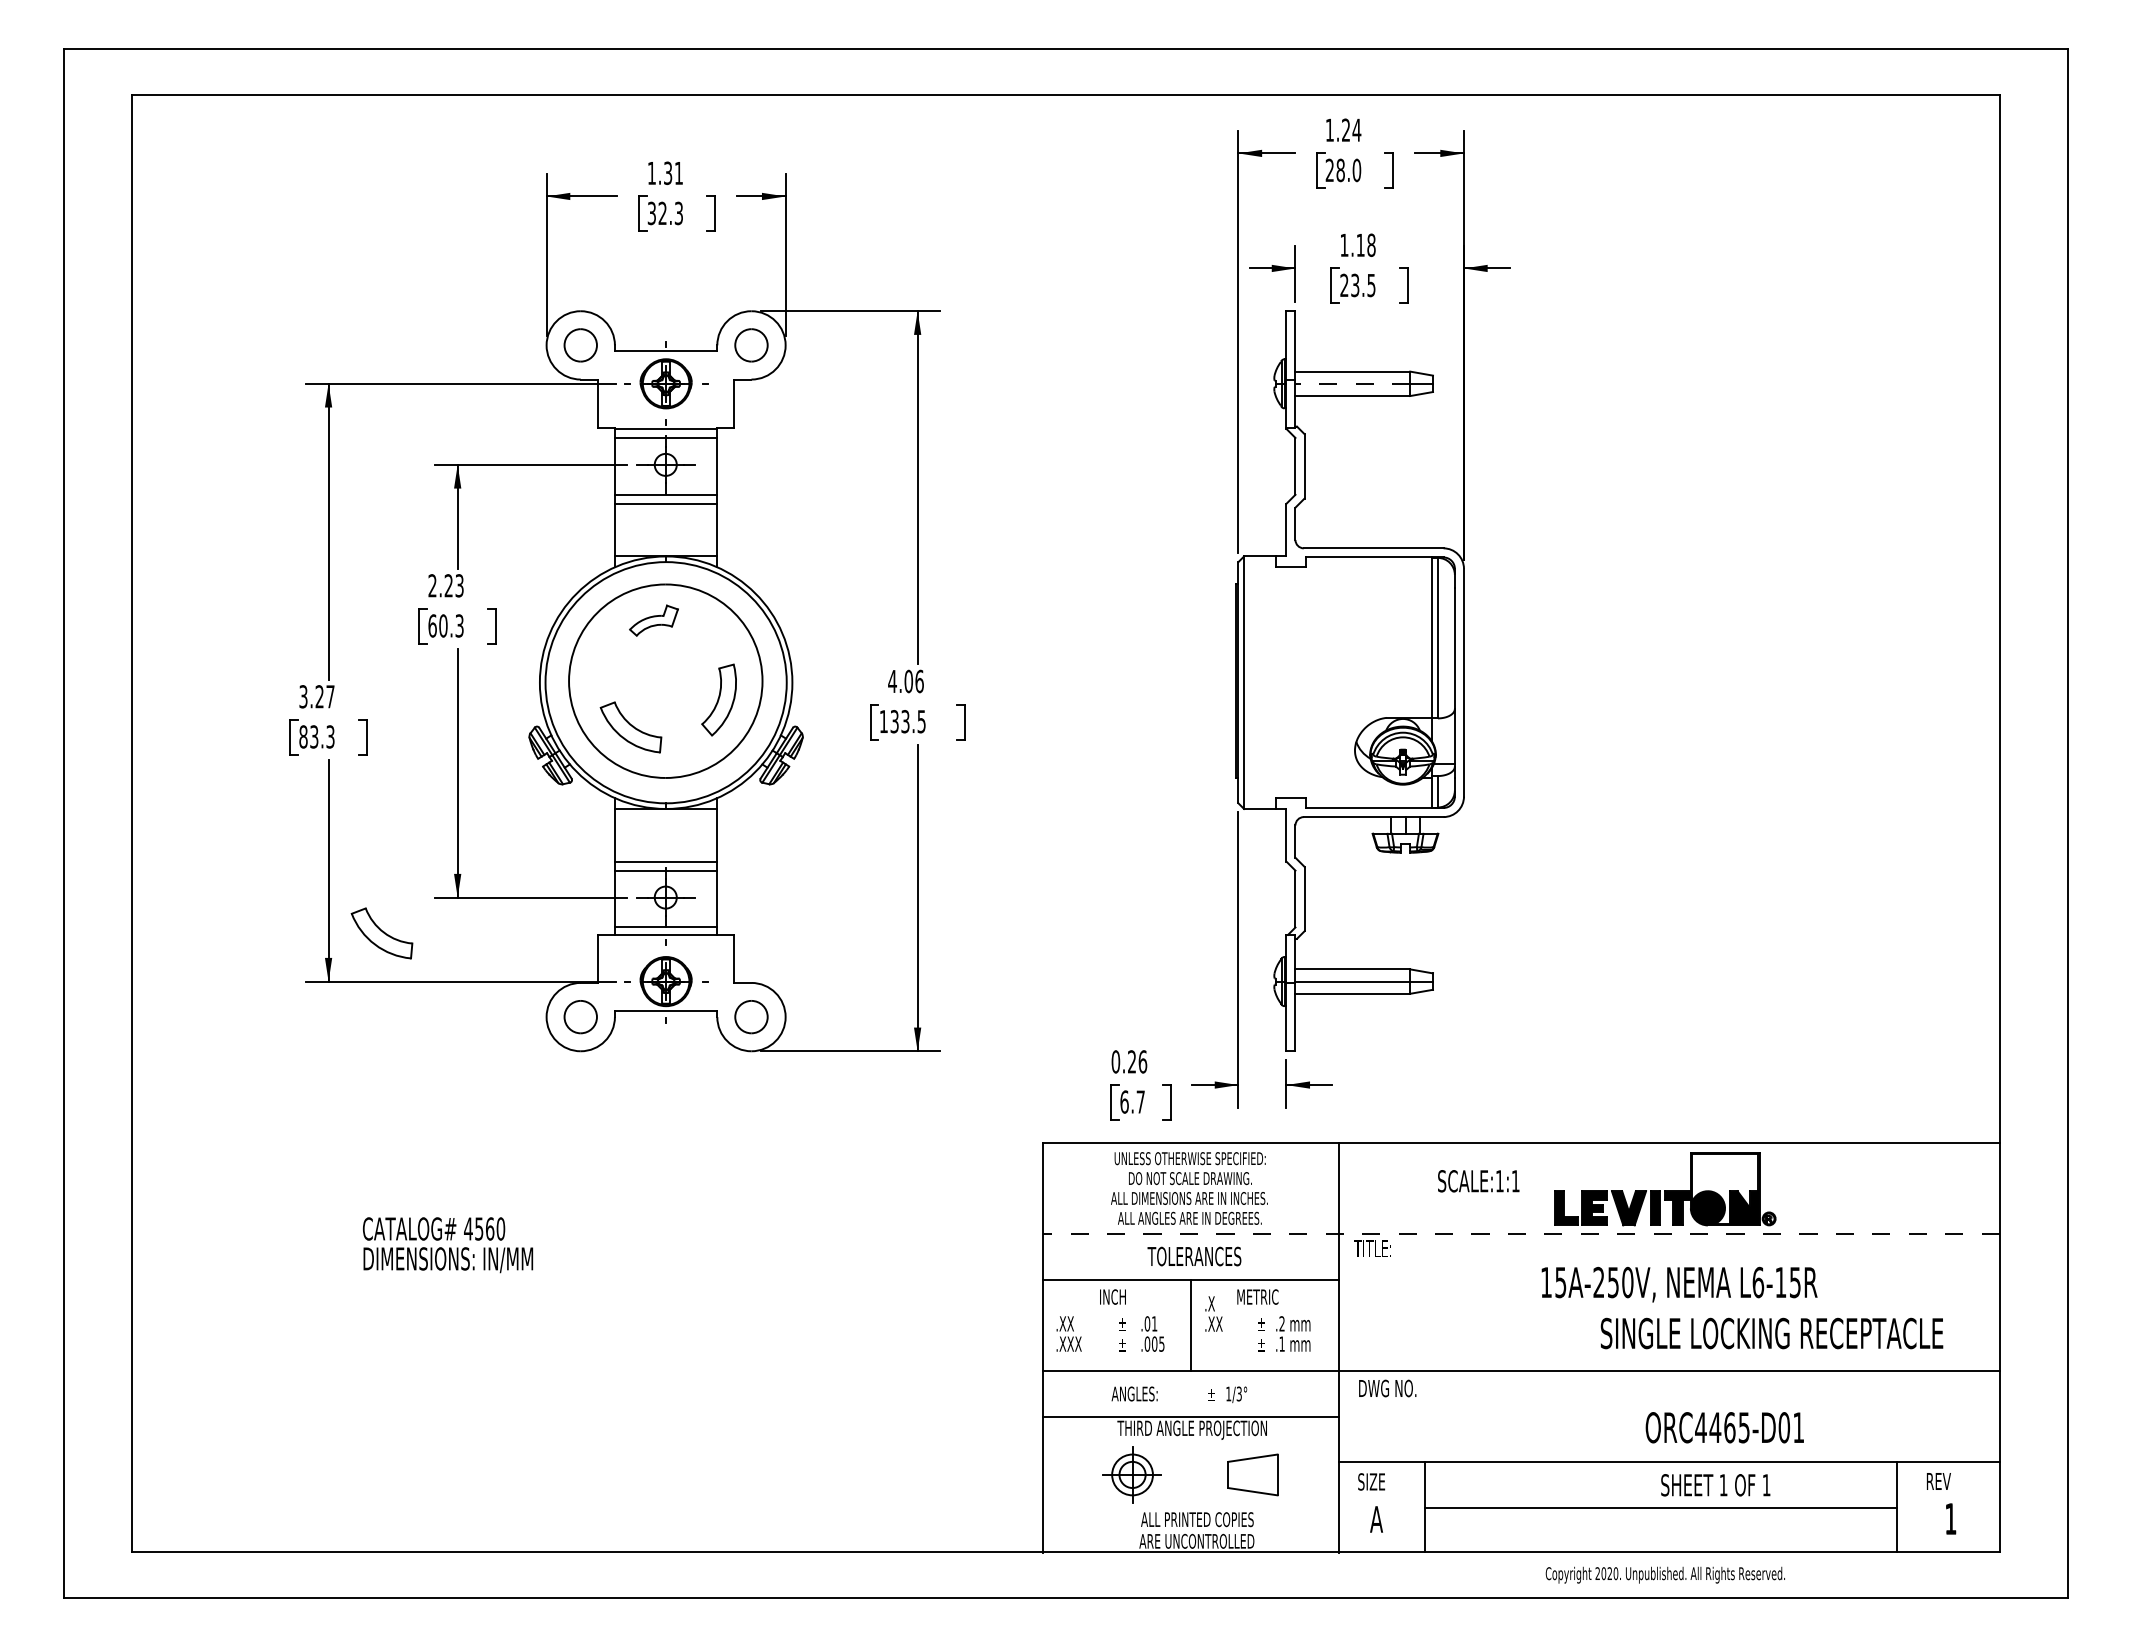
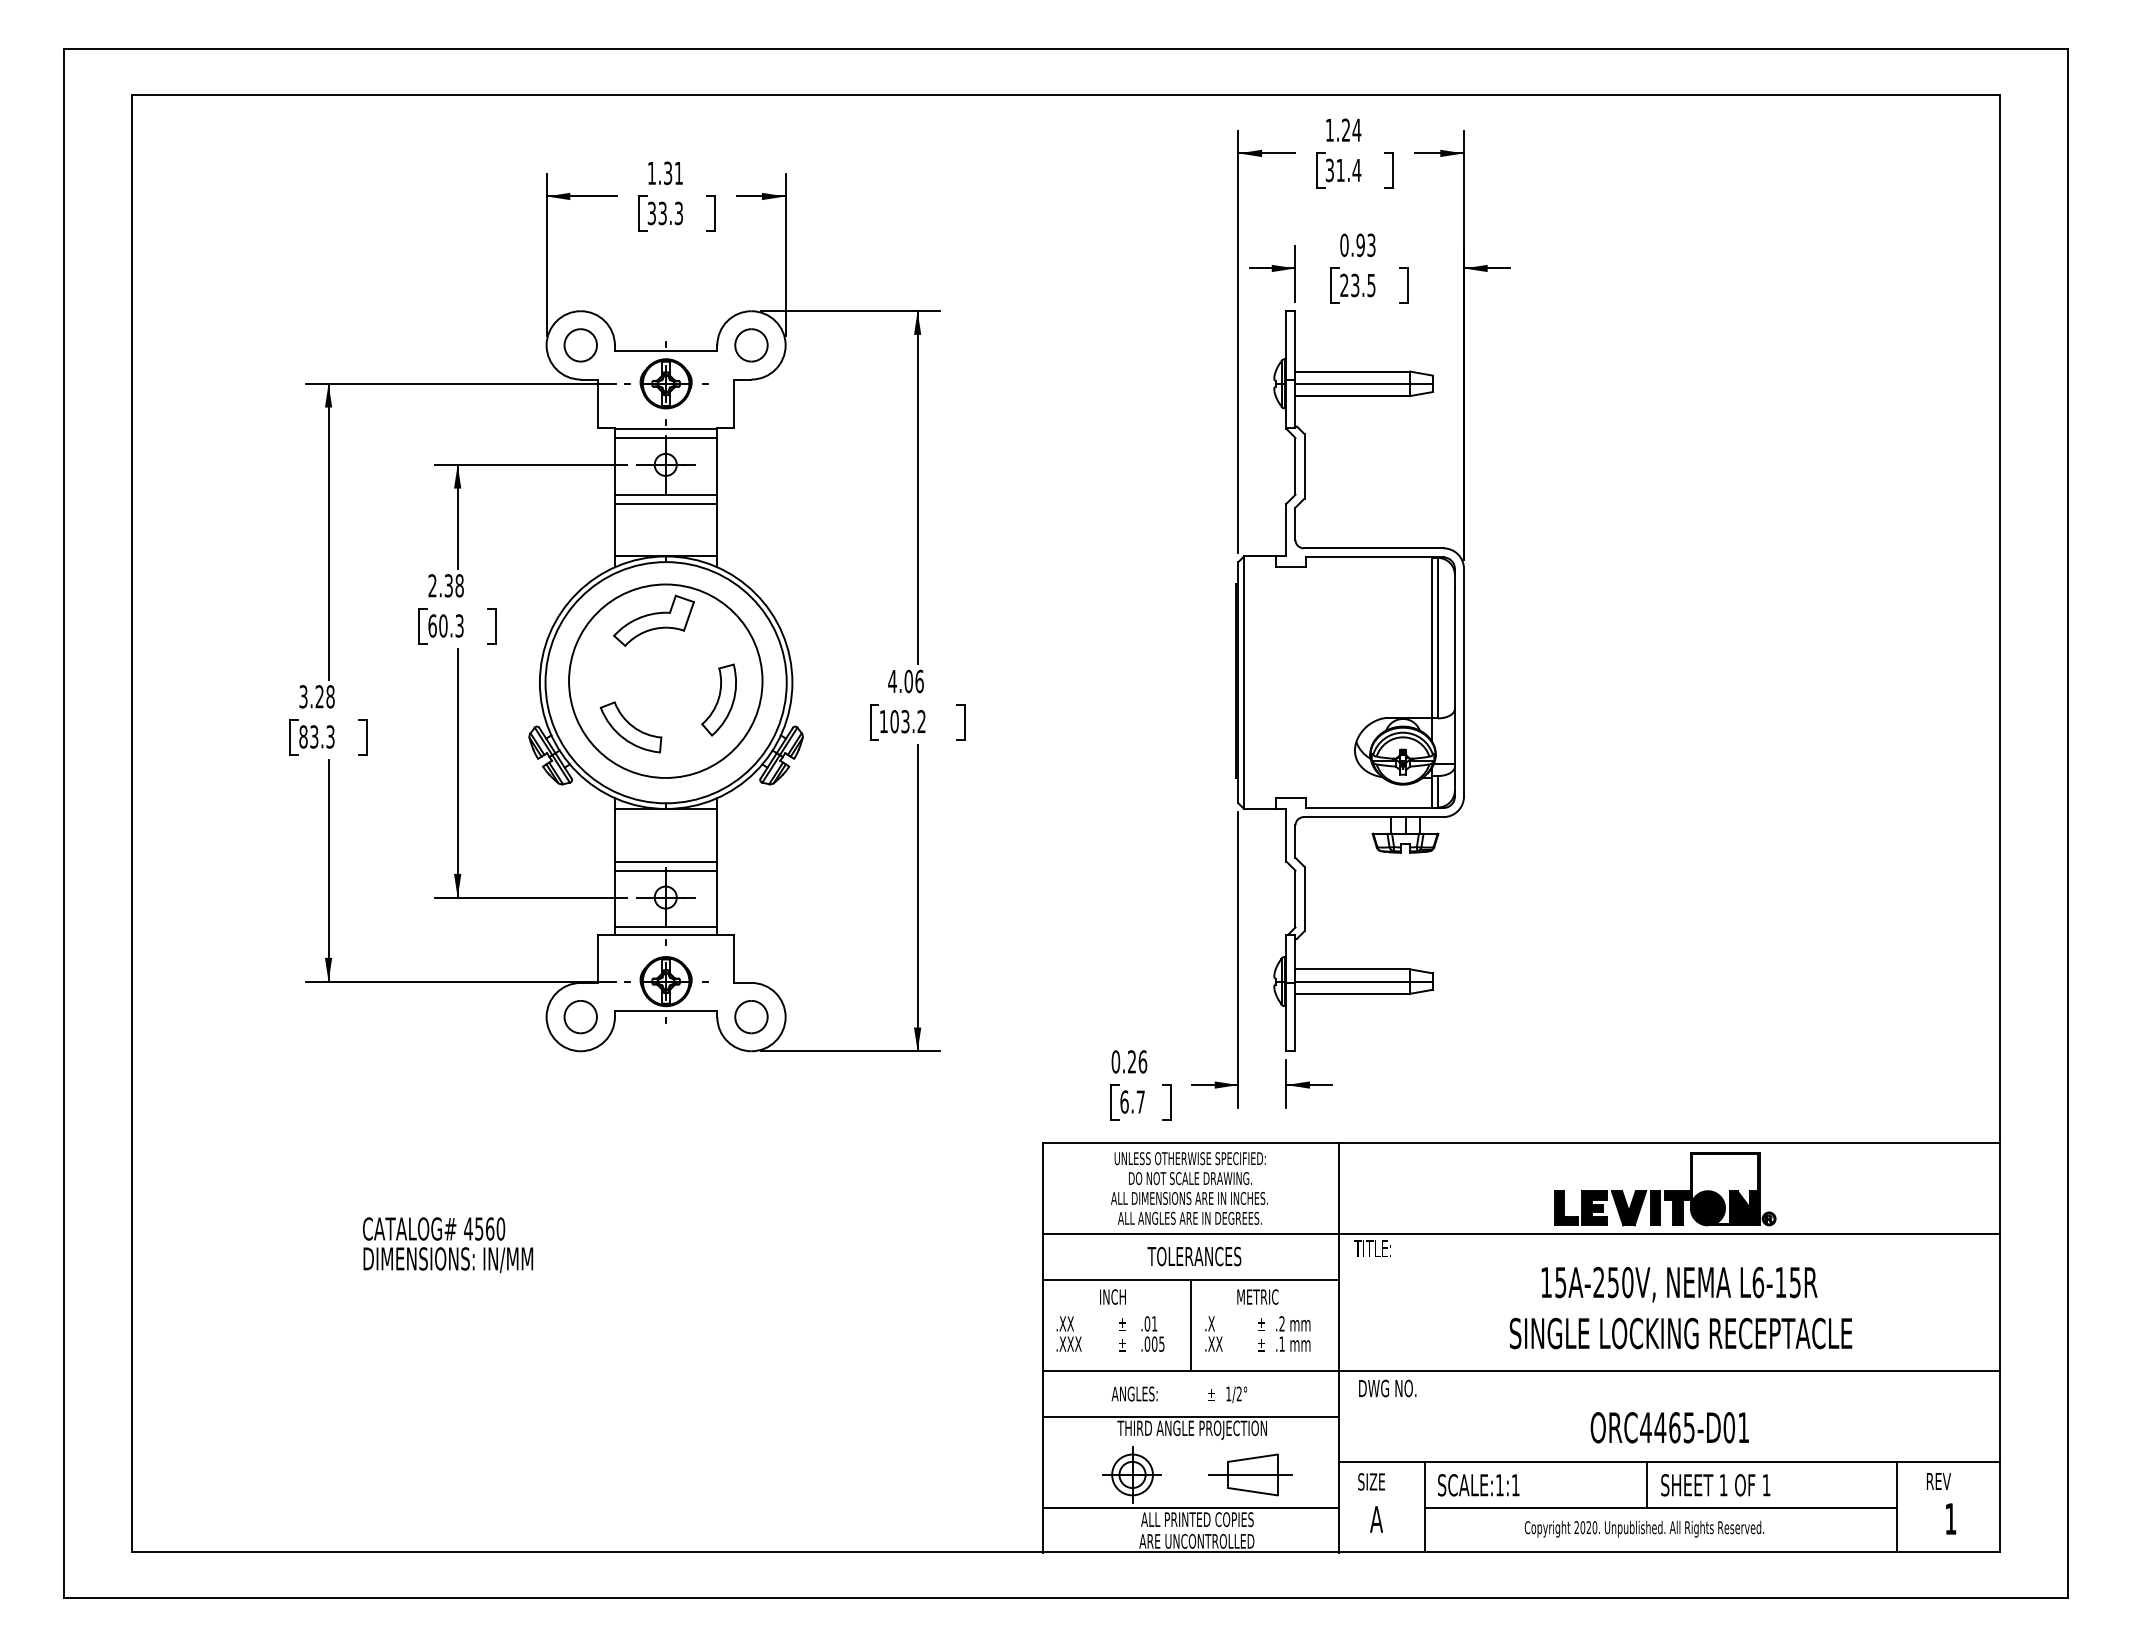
text at (1343, 170): 28.0 -> 31.4
text at (662, 213): 32.3 -> 33.3
text at (1357, 244): 1.18 -> 0.93
line at (1352, 383): dashed -> solid
text at (453, 585): 2.23 -> 2.38
part at (653, 620) size: 50x33 px -> 82x53 px
text at (330, 696): 3.27 -> 3.28
text at (907, 721): 133.5 -> 103.2
part at (381, 933): present -> none
text at (1478, 1181) position: (1478, 1181) -> (1478, 1485)
line at (1520, 1234): dashed -> solid
text at (1213, 1313) position: (1213, 1313) -> (1213, 1333)
text at (1771, 1333) position: (1771, 1333) -> (1680, 1333)
text at (1238, 1394): 1/3° -> 1/2°
text at (1724, 1427) position: (1724, 1427) -> (1669, 1427)
line at (1250, 1474): none -> present
line at (1646, 1484): none -> present
line at (1191, 1507): none -> present
text at (1664, 1574) position: (1664, 1574) -> (1643, 1528)
